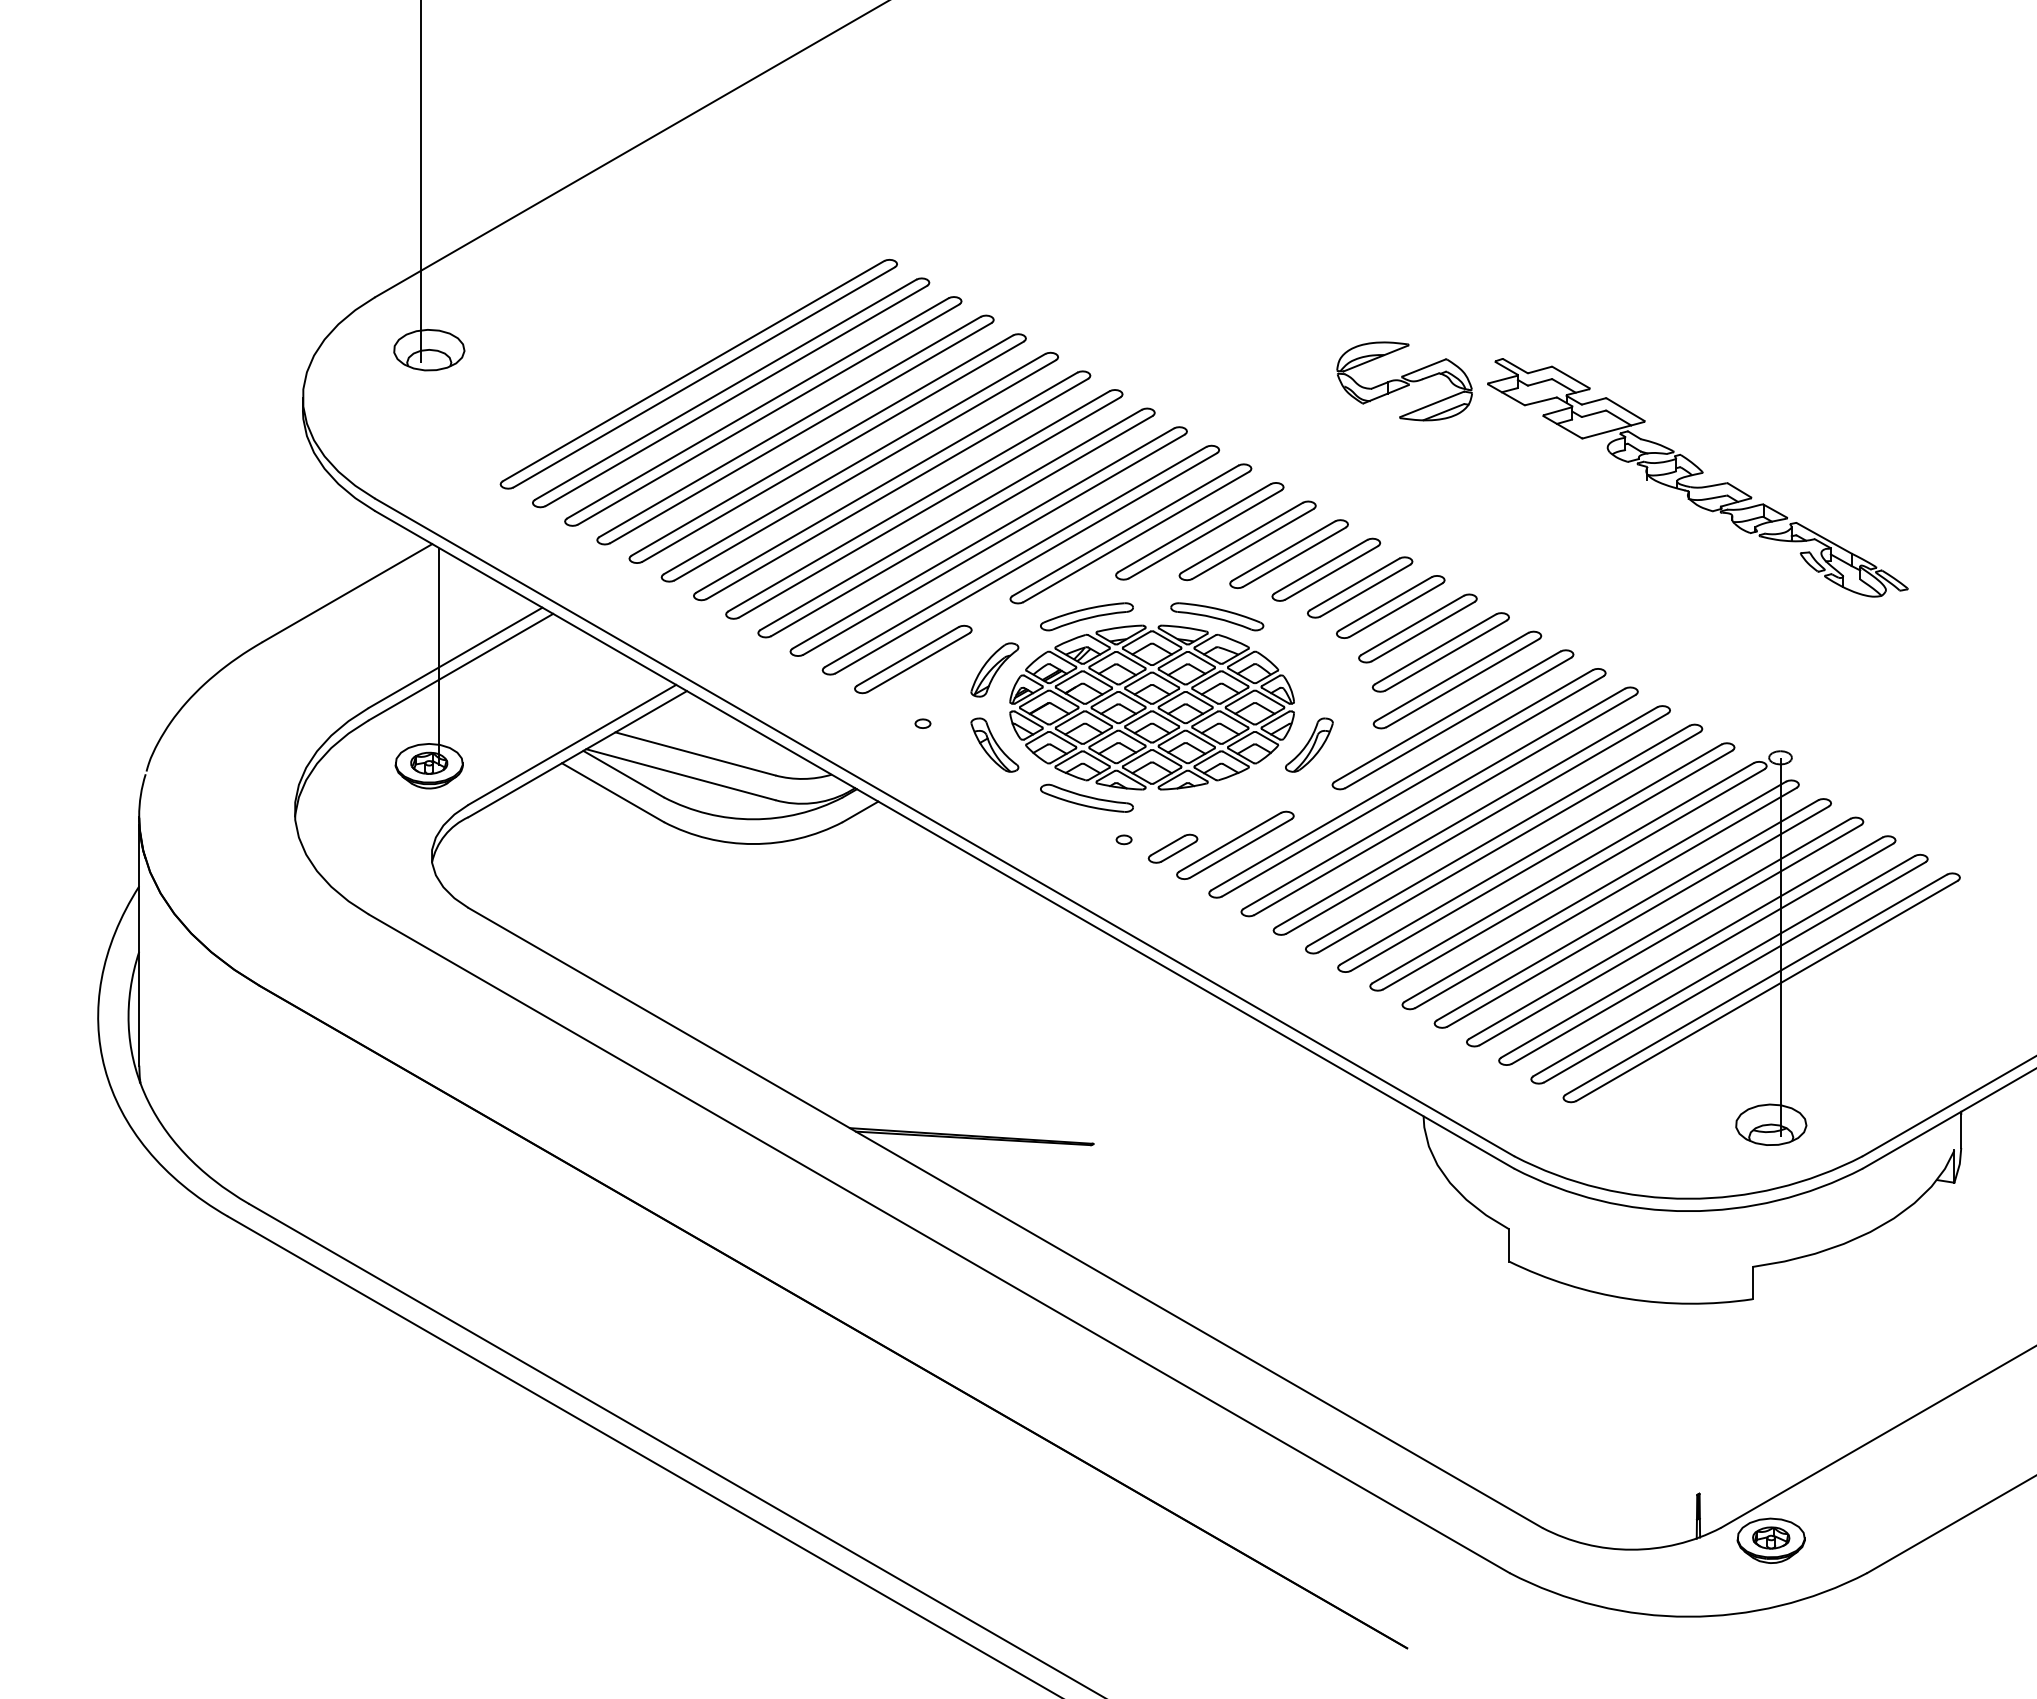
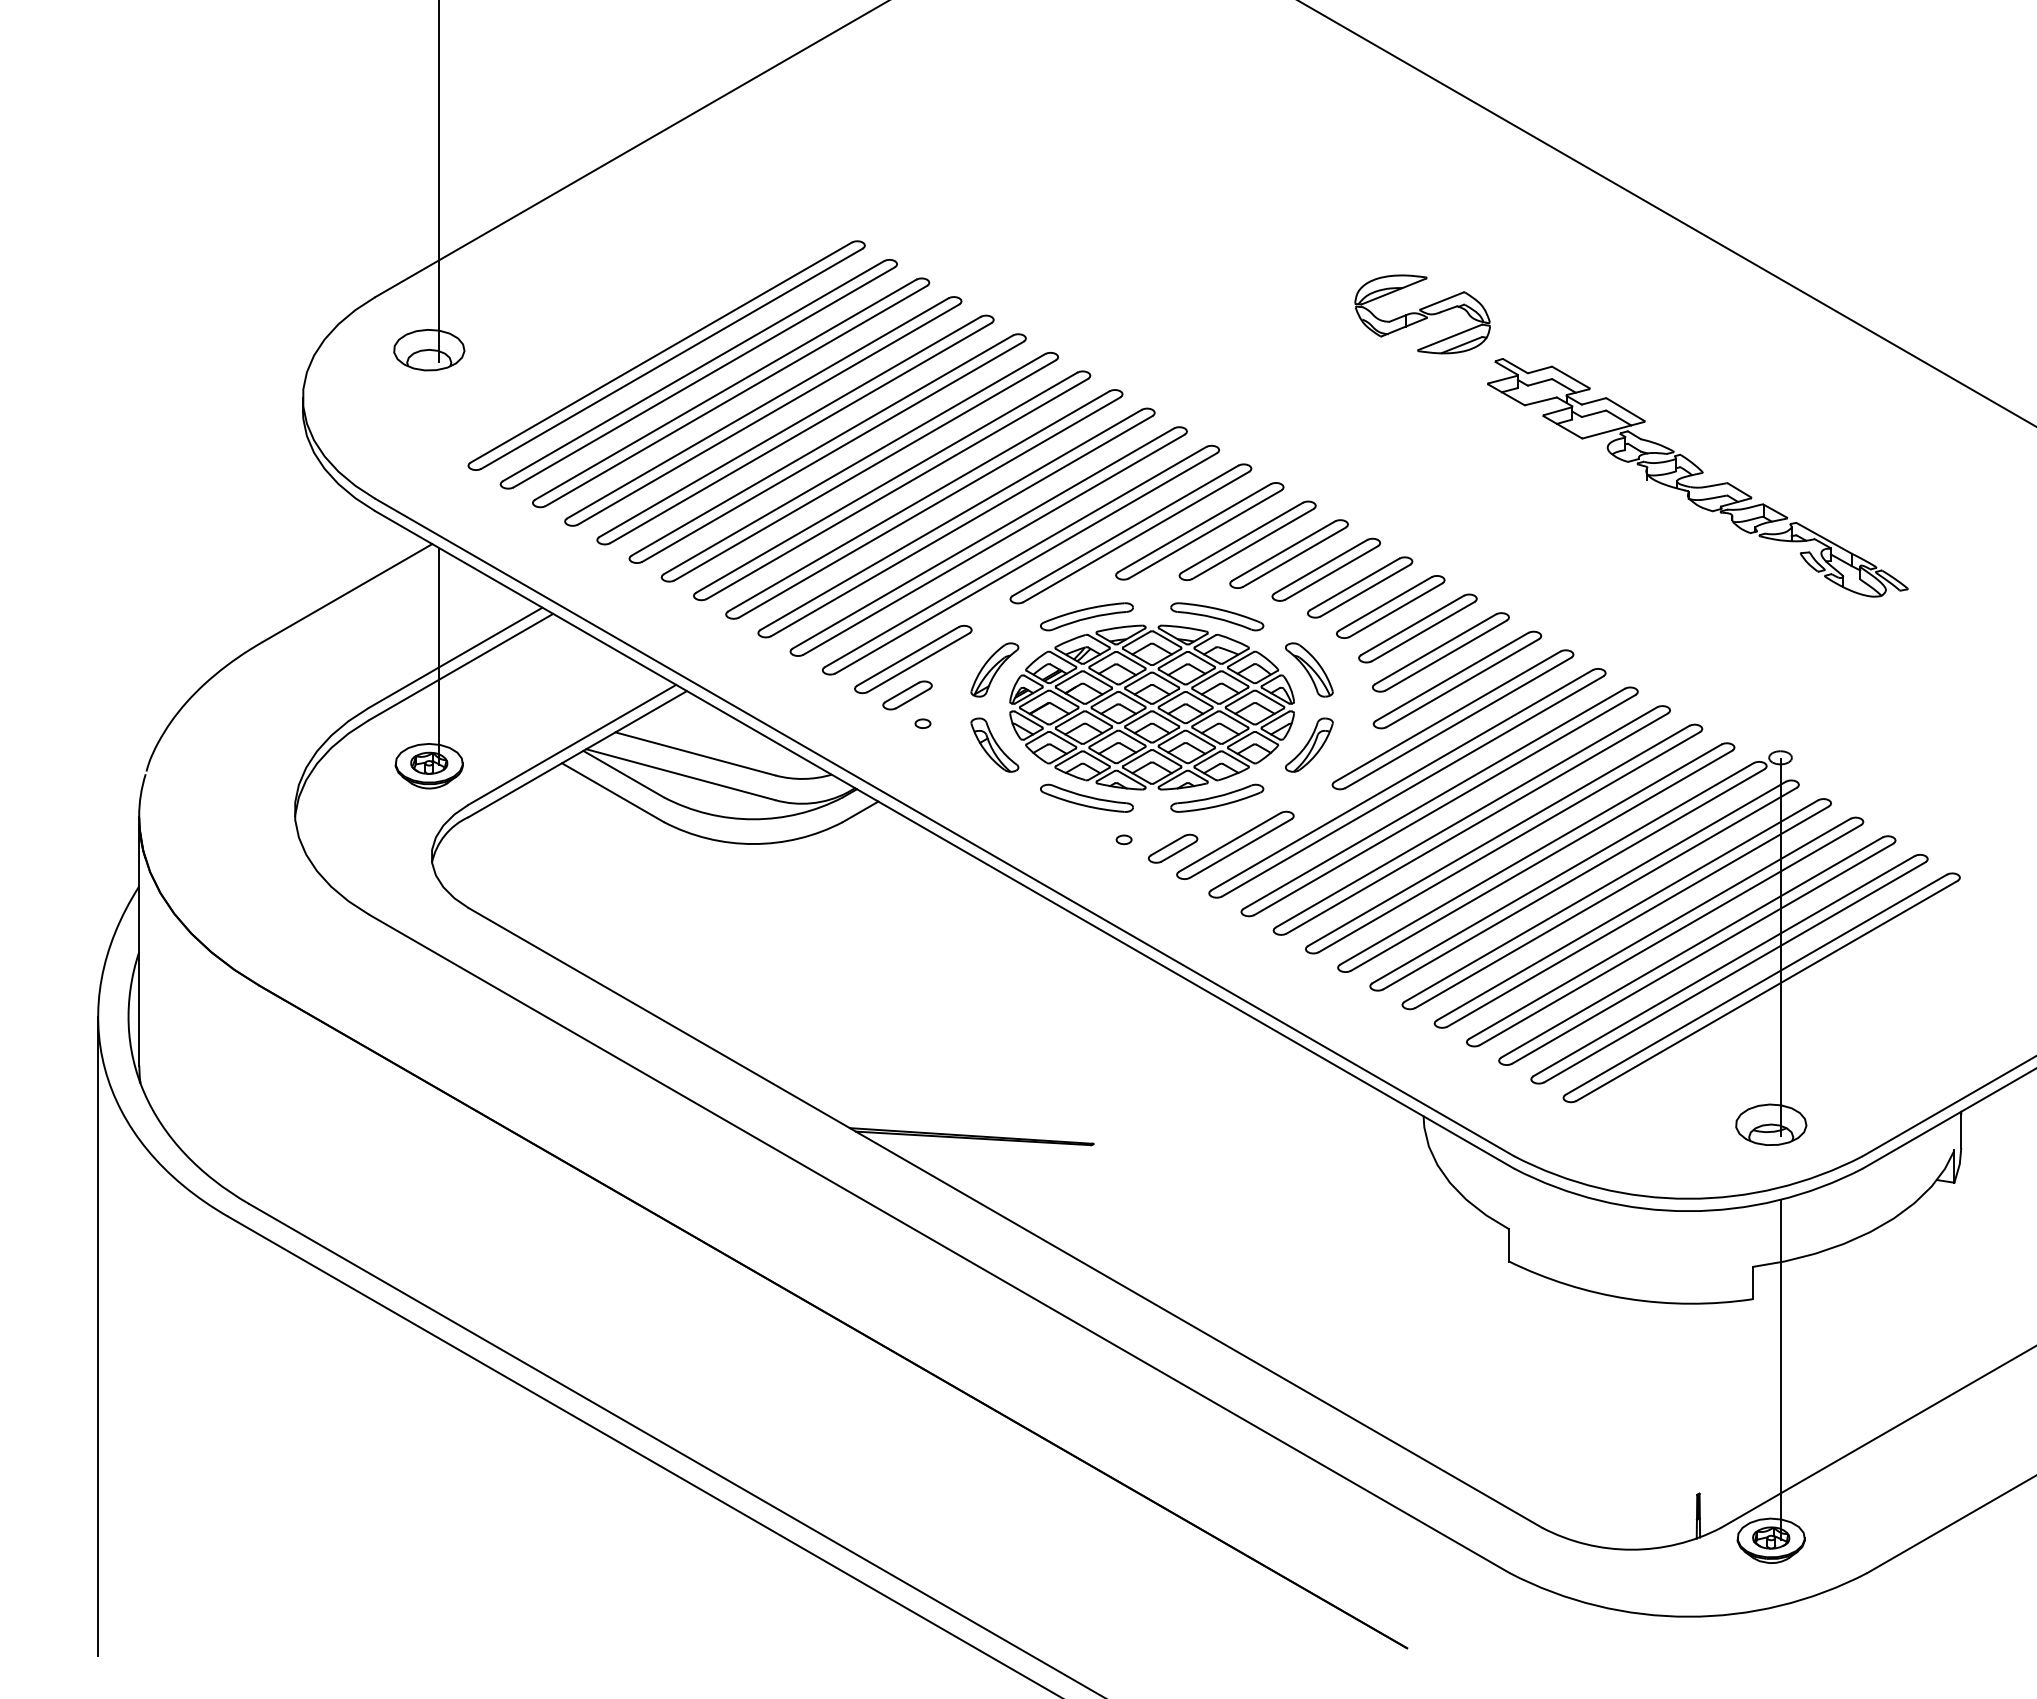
line at (420, 185) position: (420, 185) -> (438, 185)
line at (1666, 213): none -> present
part at (666, 355): none -> present
part at (1404, 381) position: (1404, 381) -> (1422, 314)
part at (1309, 669): none -> present
part at (907, 695): none -> present
part at (1217, 797): none -> present
line at (98, 1336): none -> present
line at (1780, 1369): none -> present
